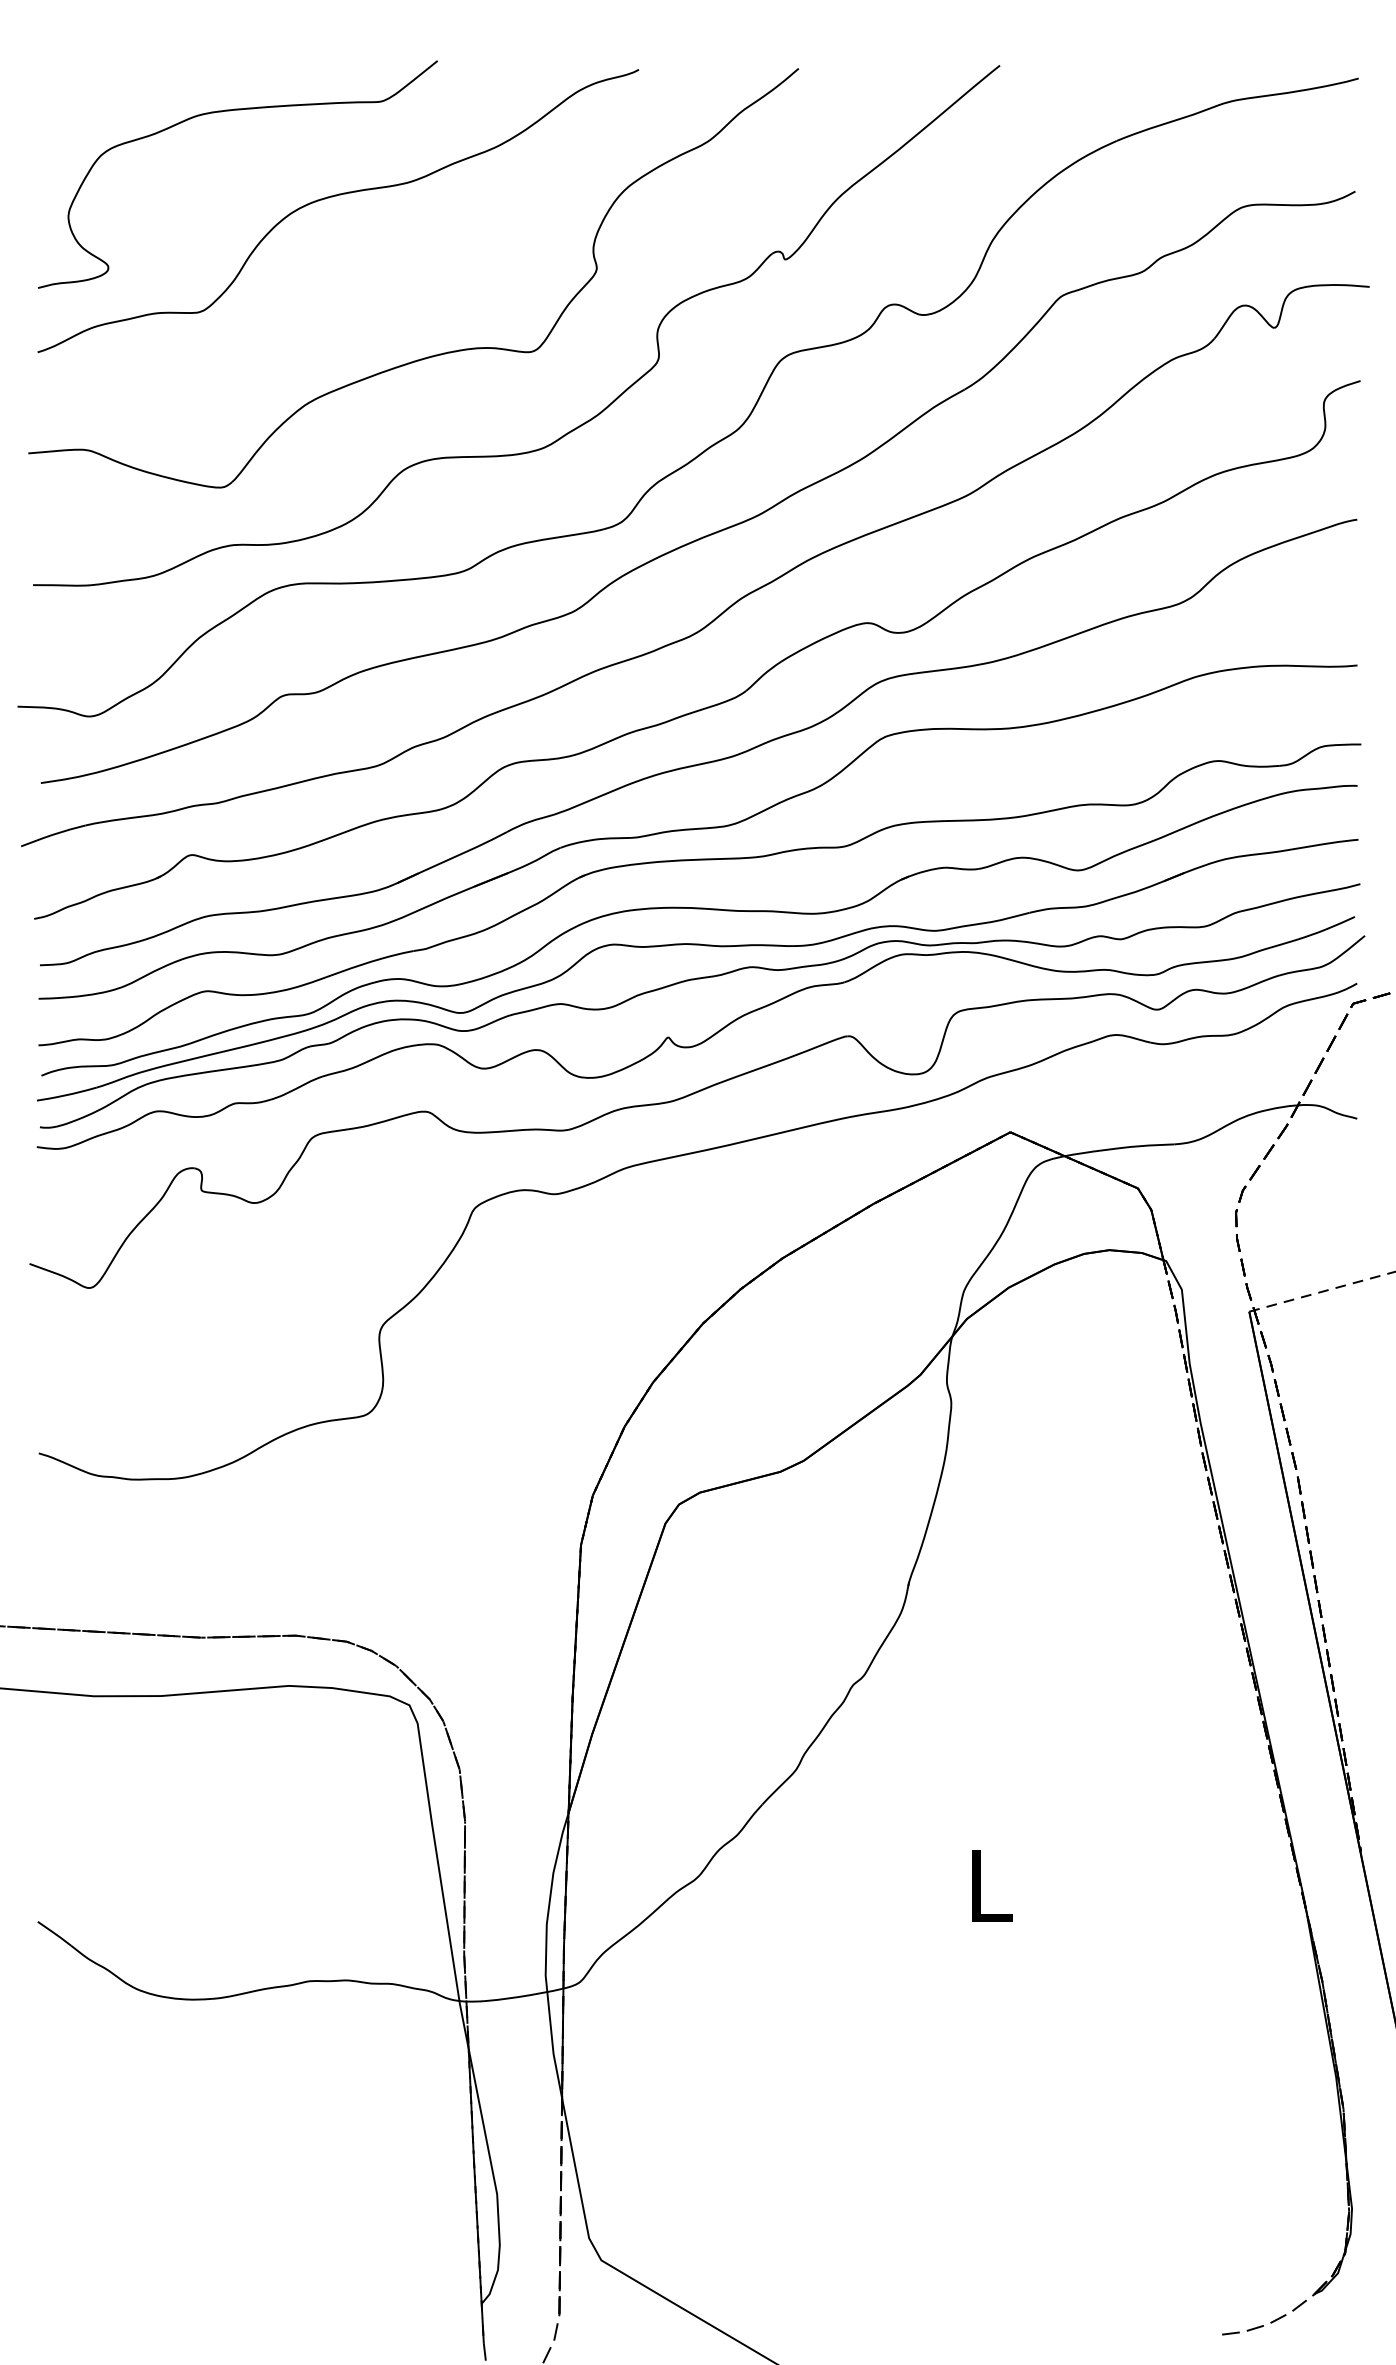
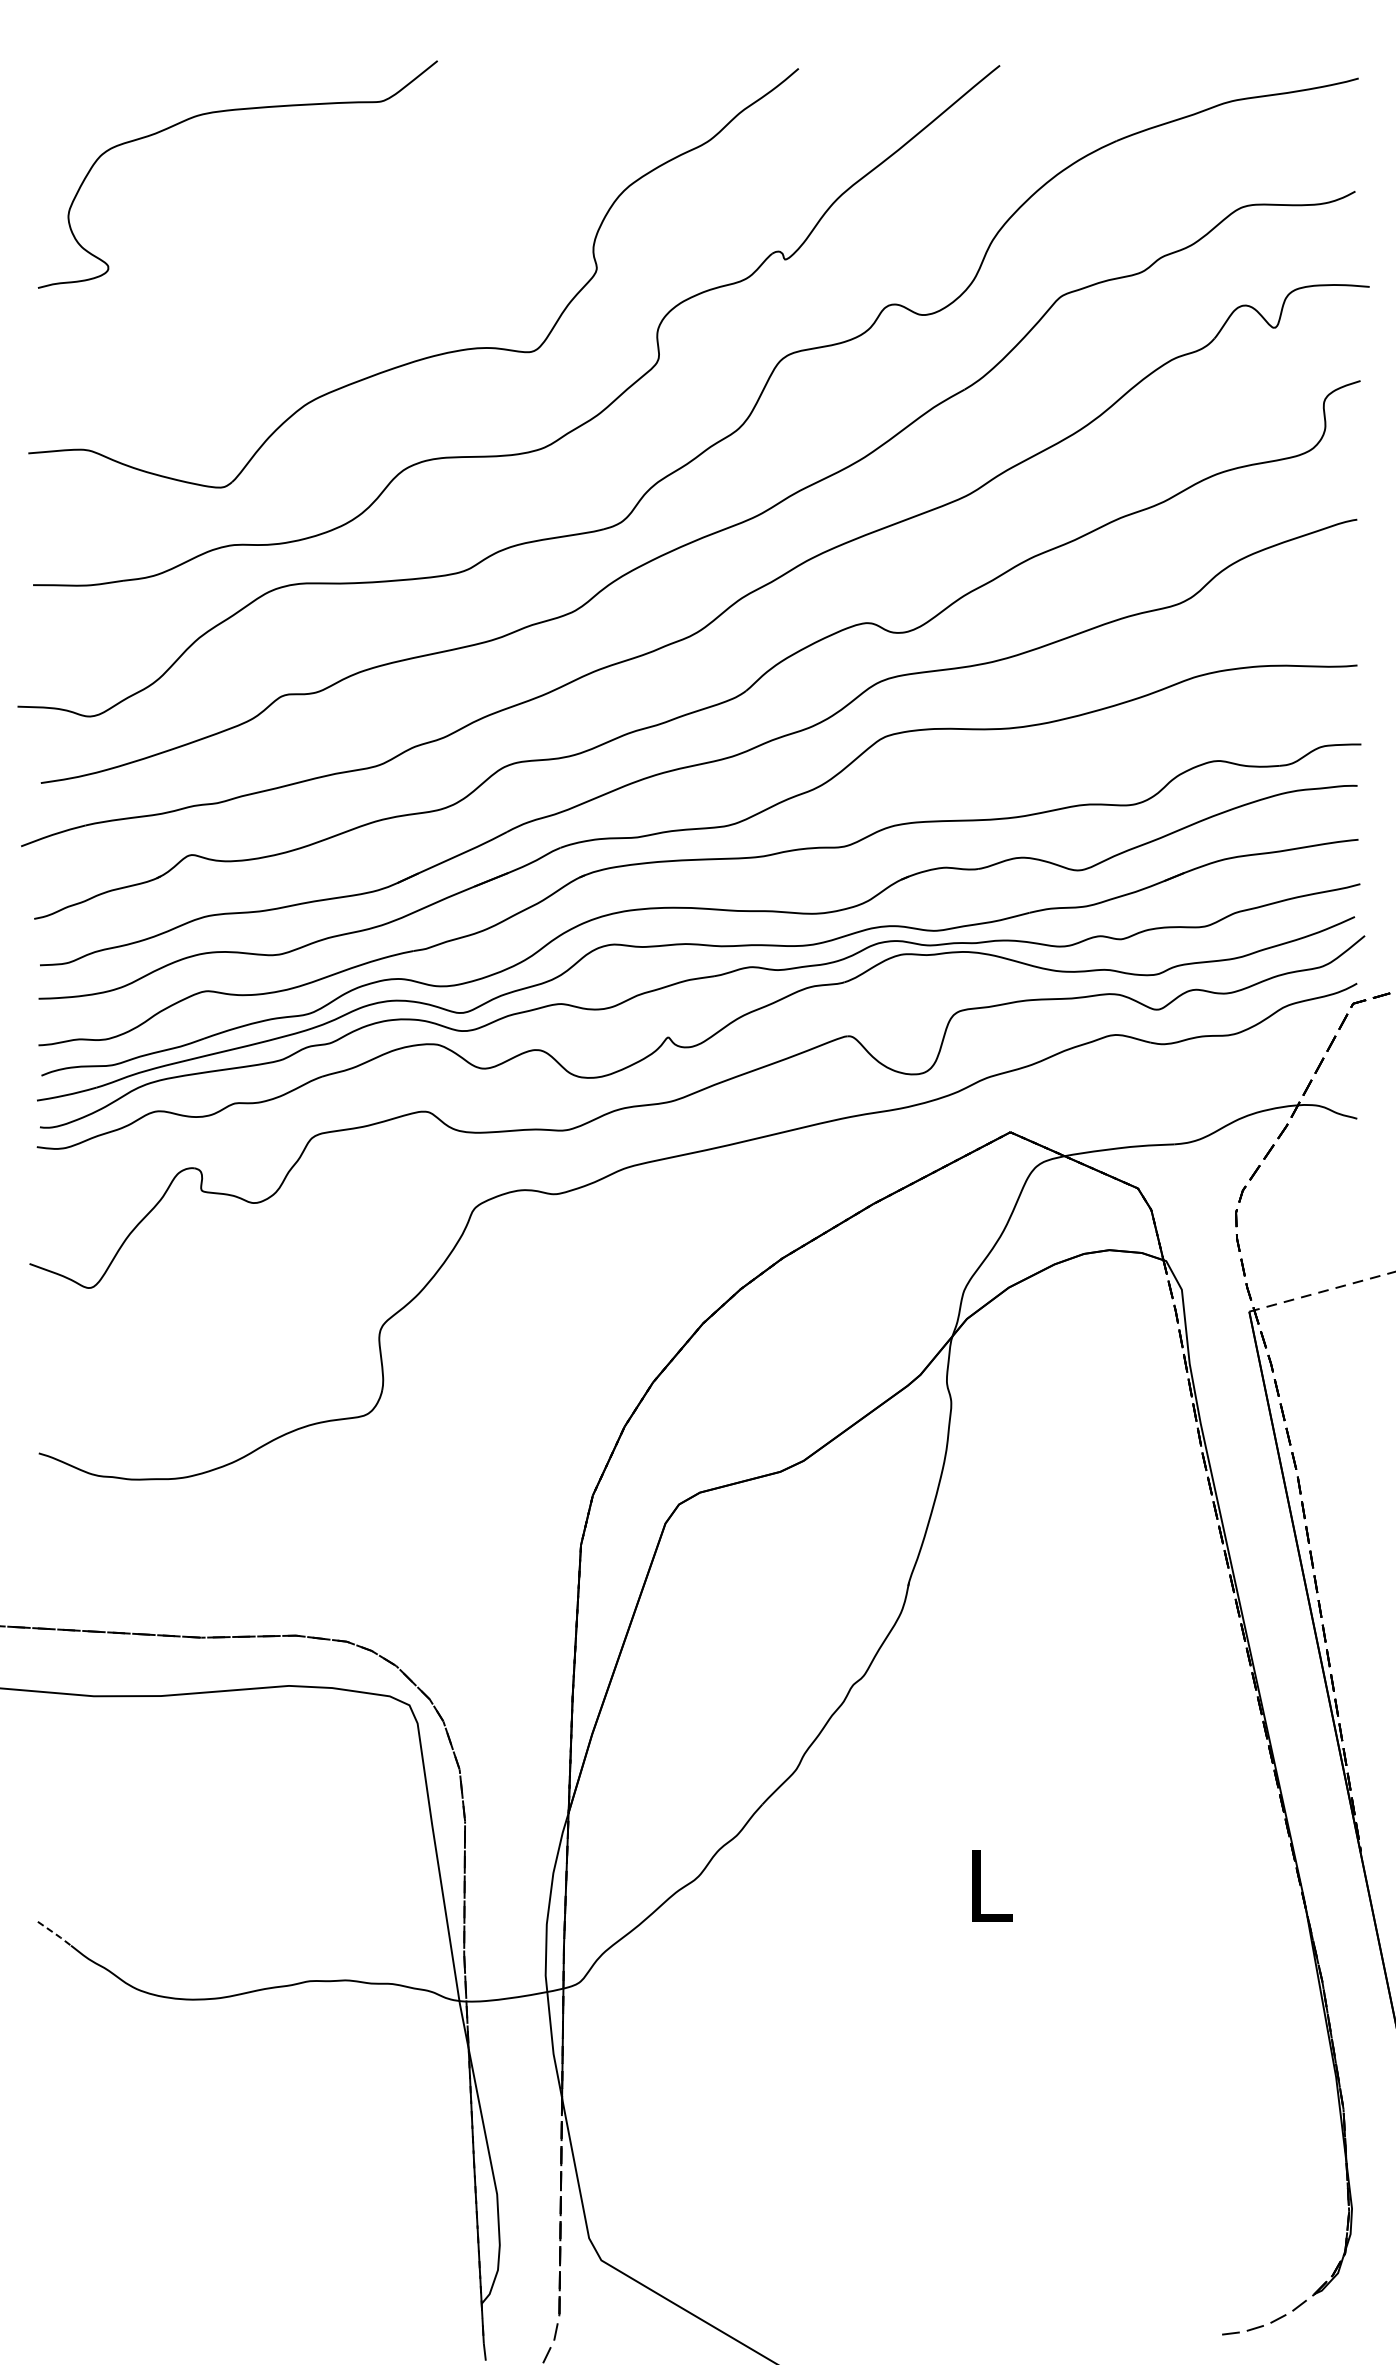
curve at (336, 196): present -> none
line at (55, 1934): solid -> dashed
